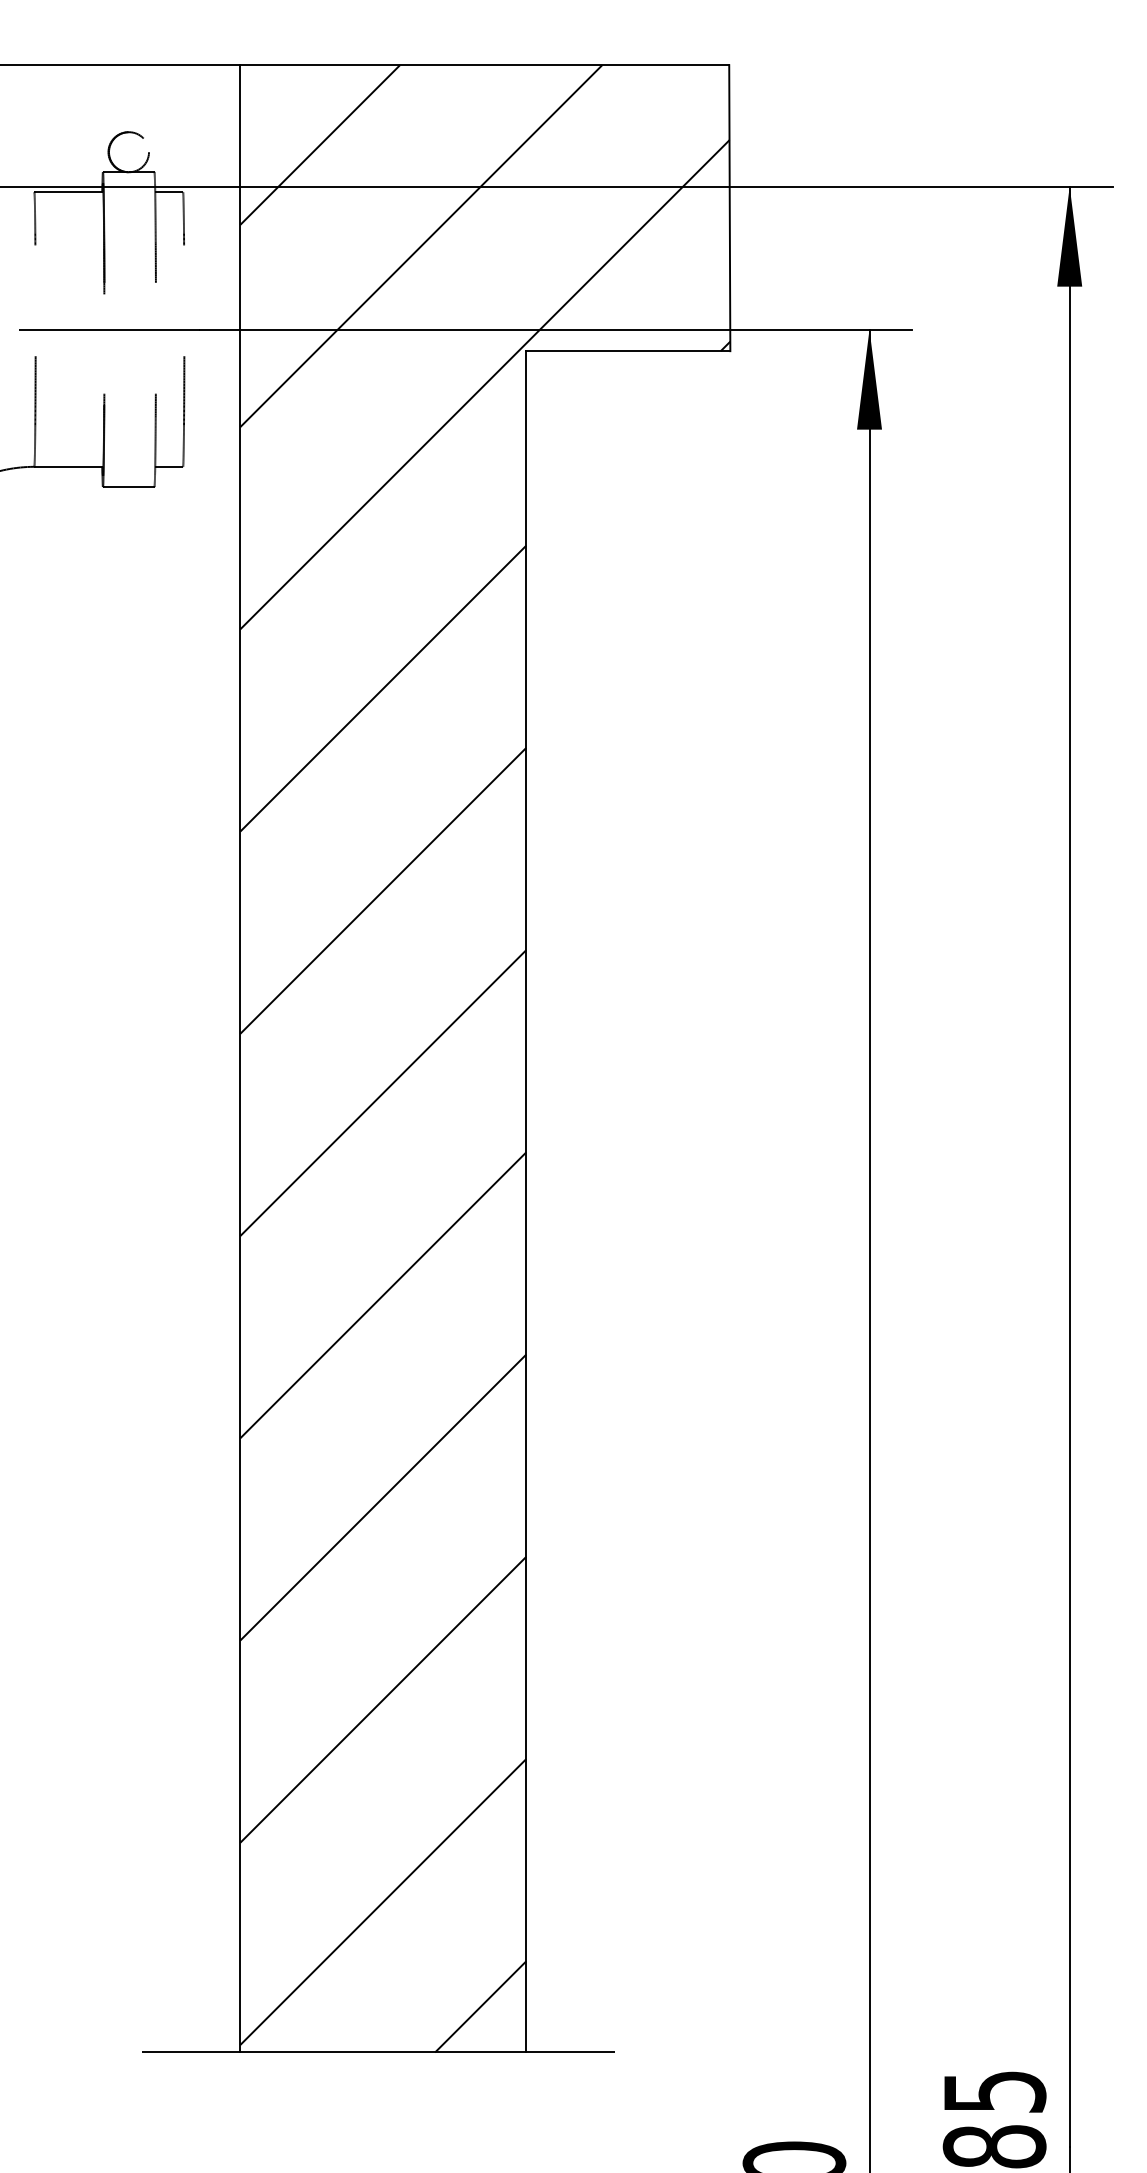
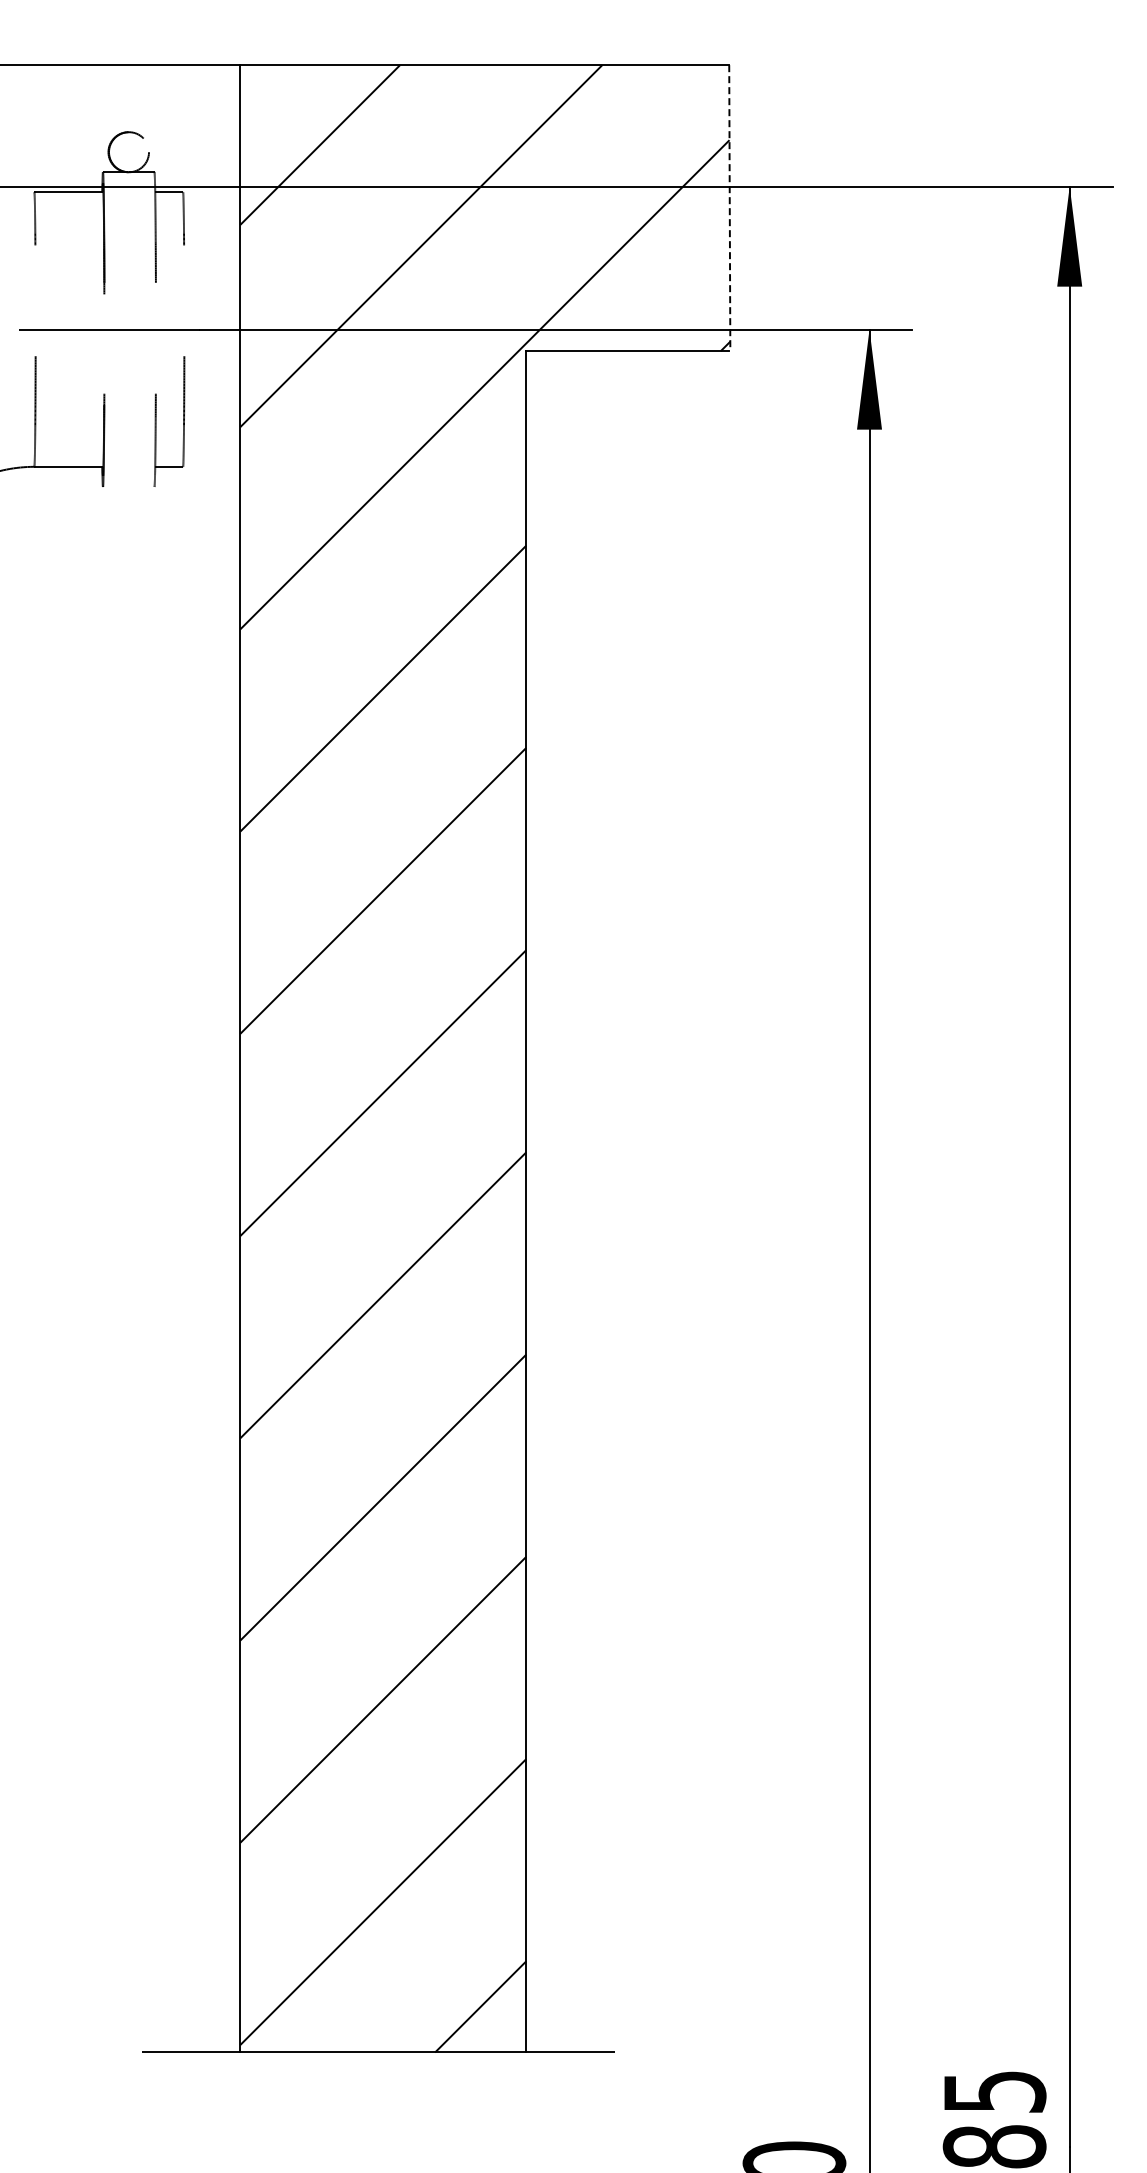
line at (729, 208): solid -> dashed
line at (128, 486): present -> none
